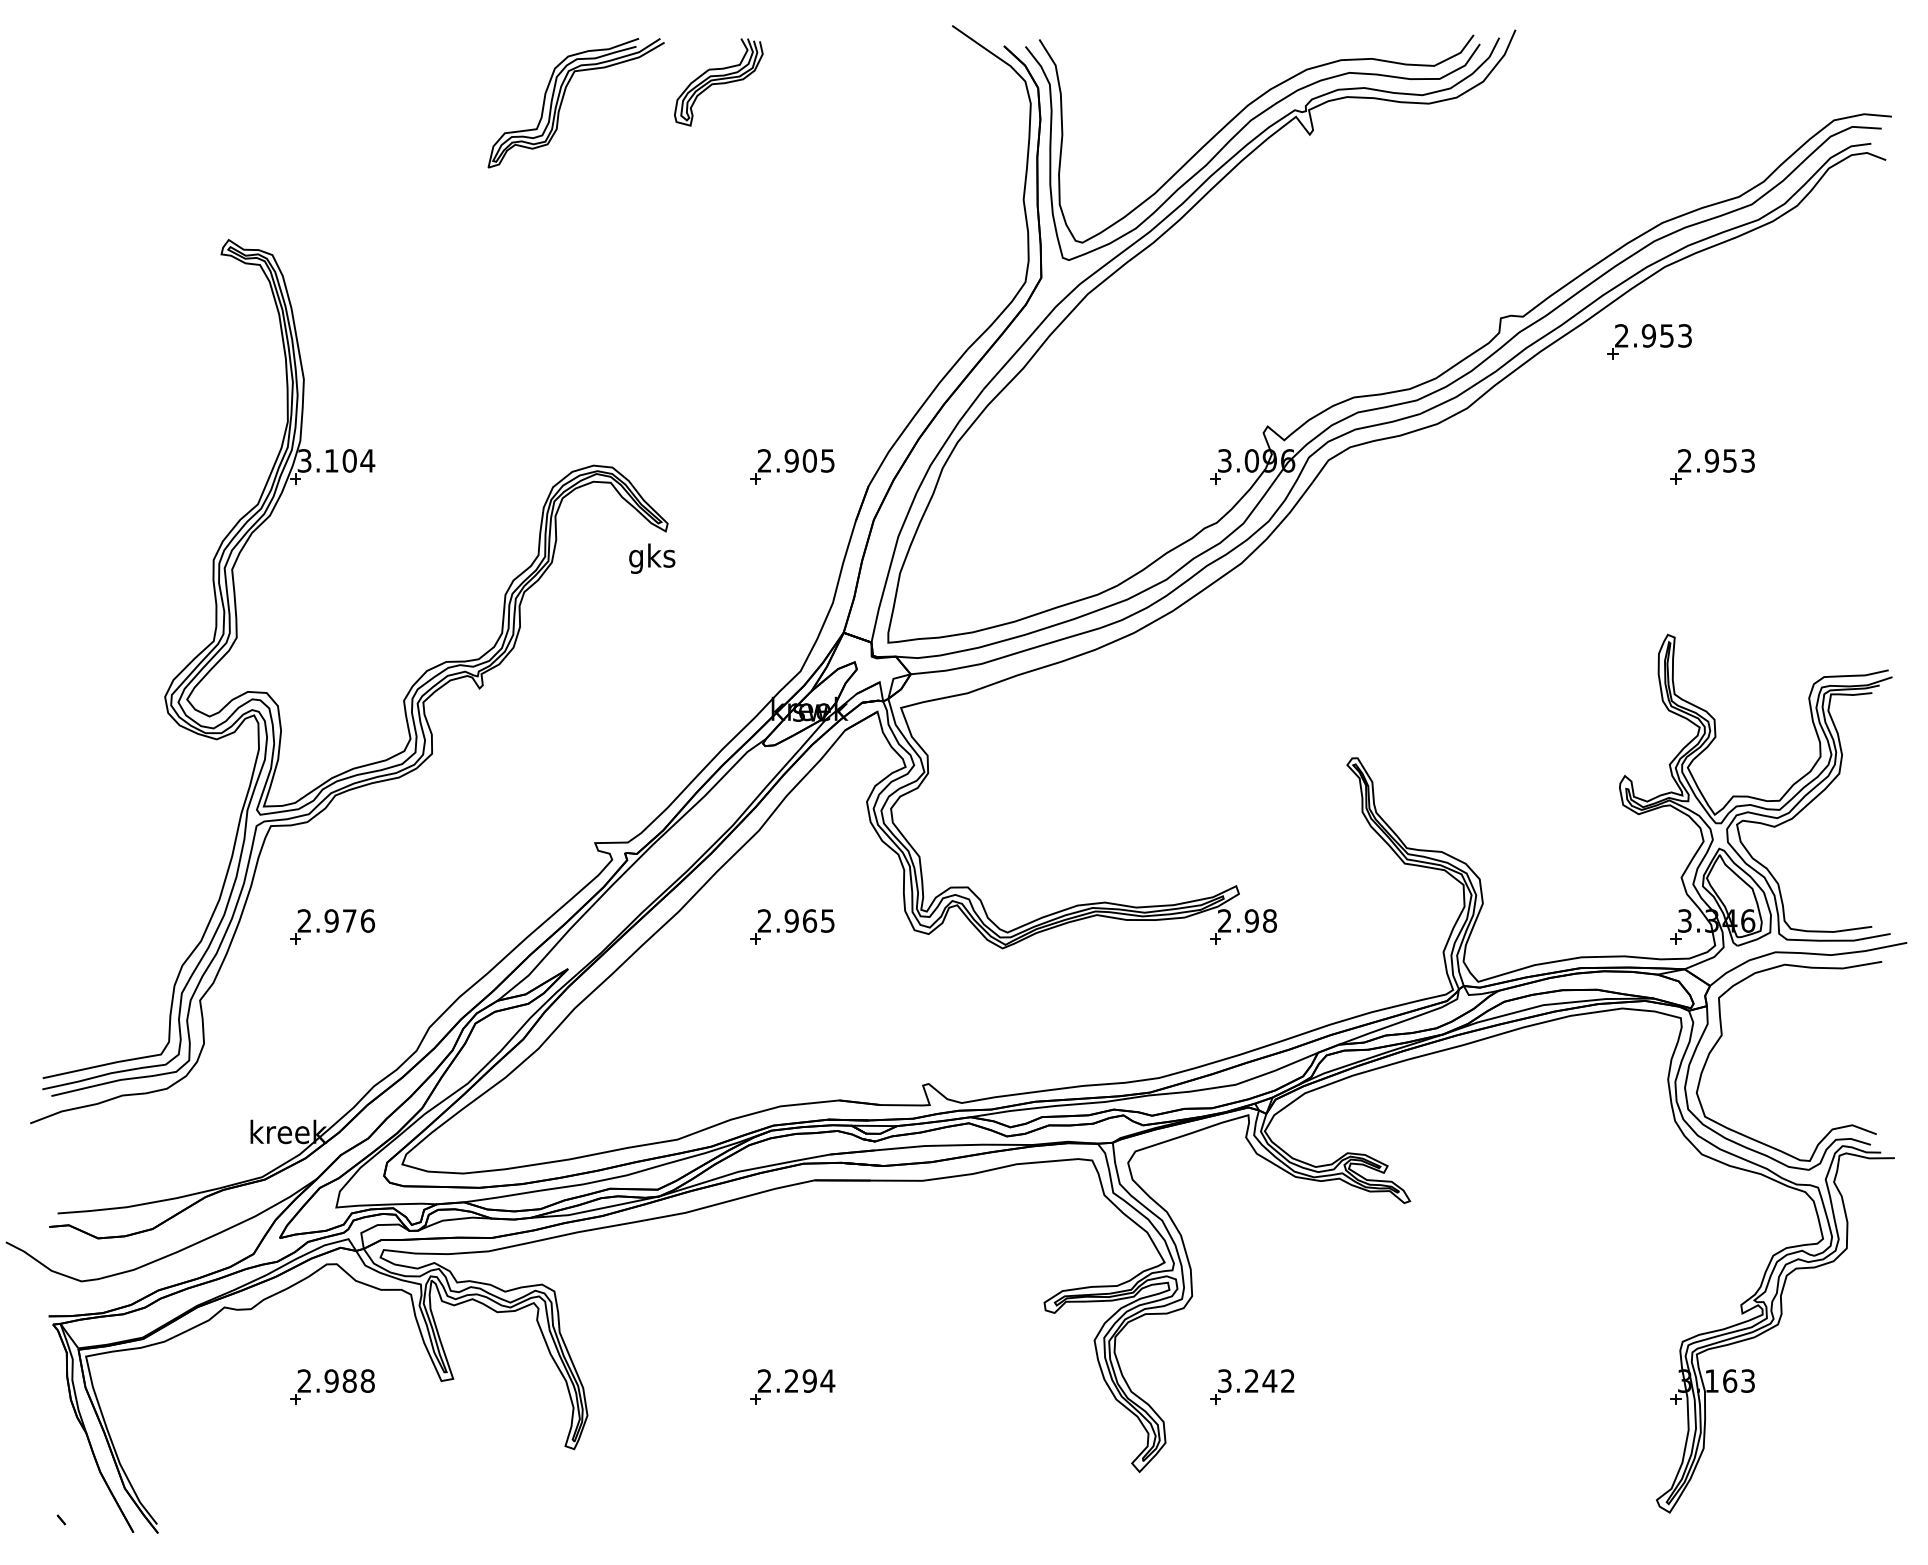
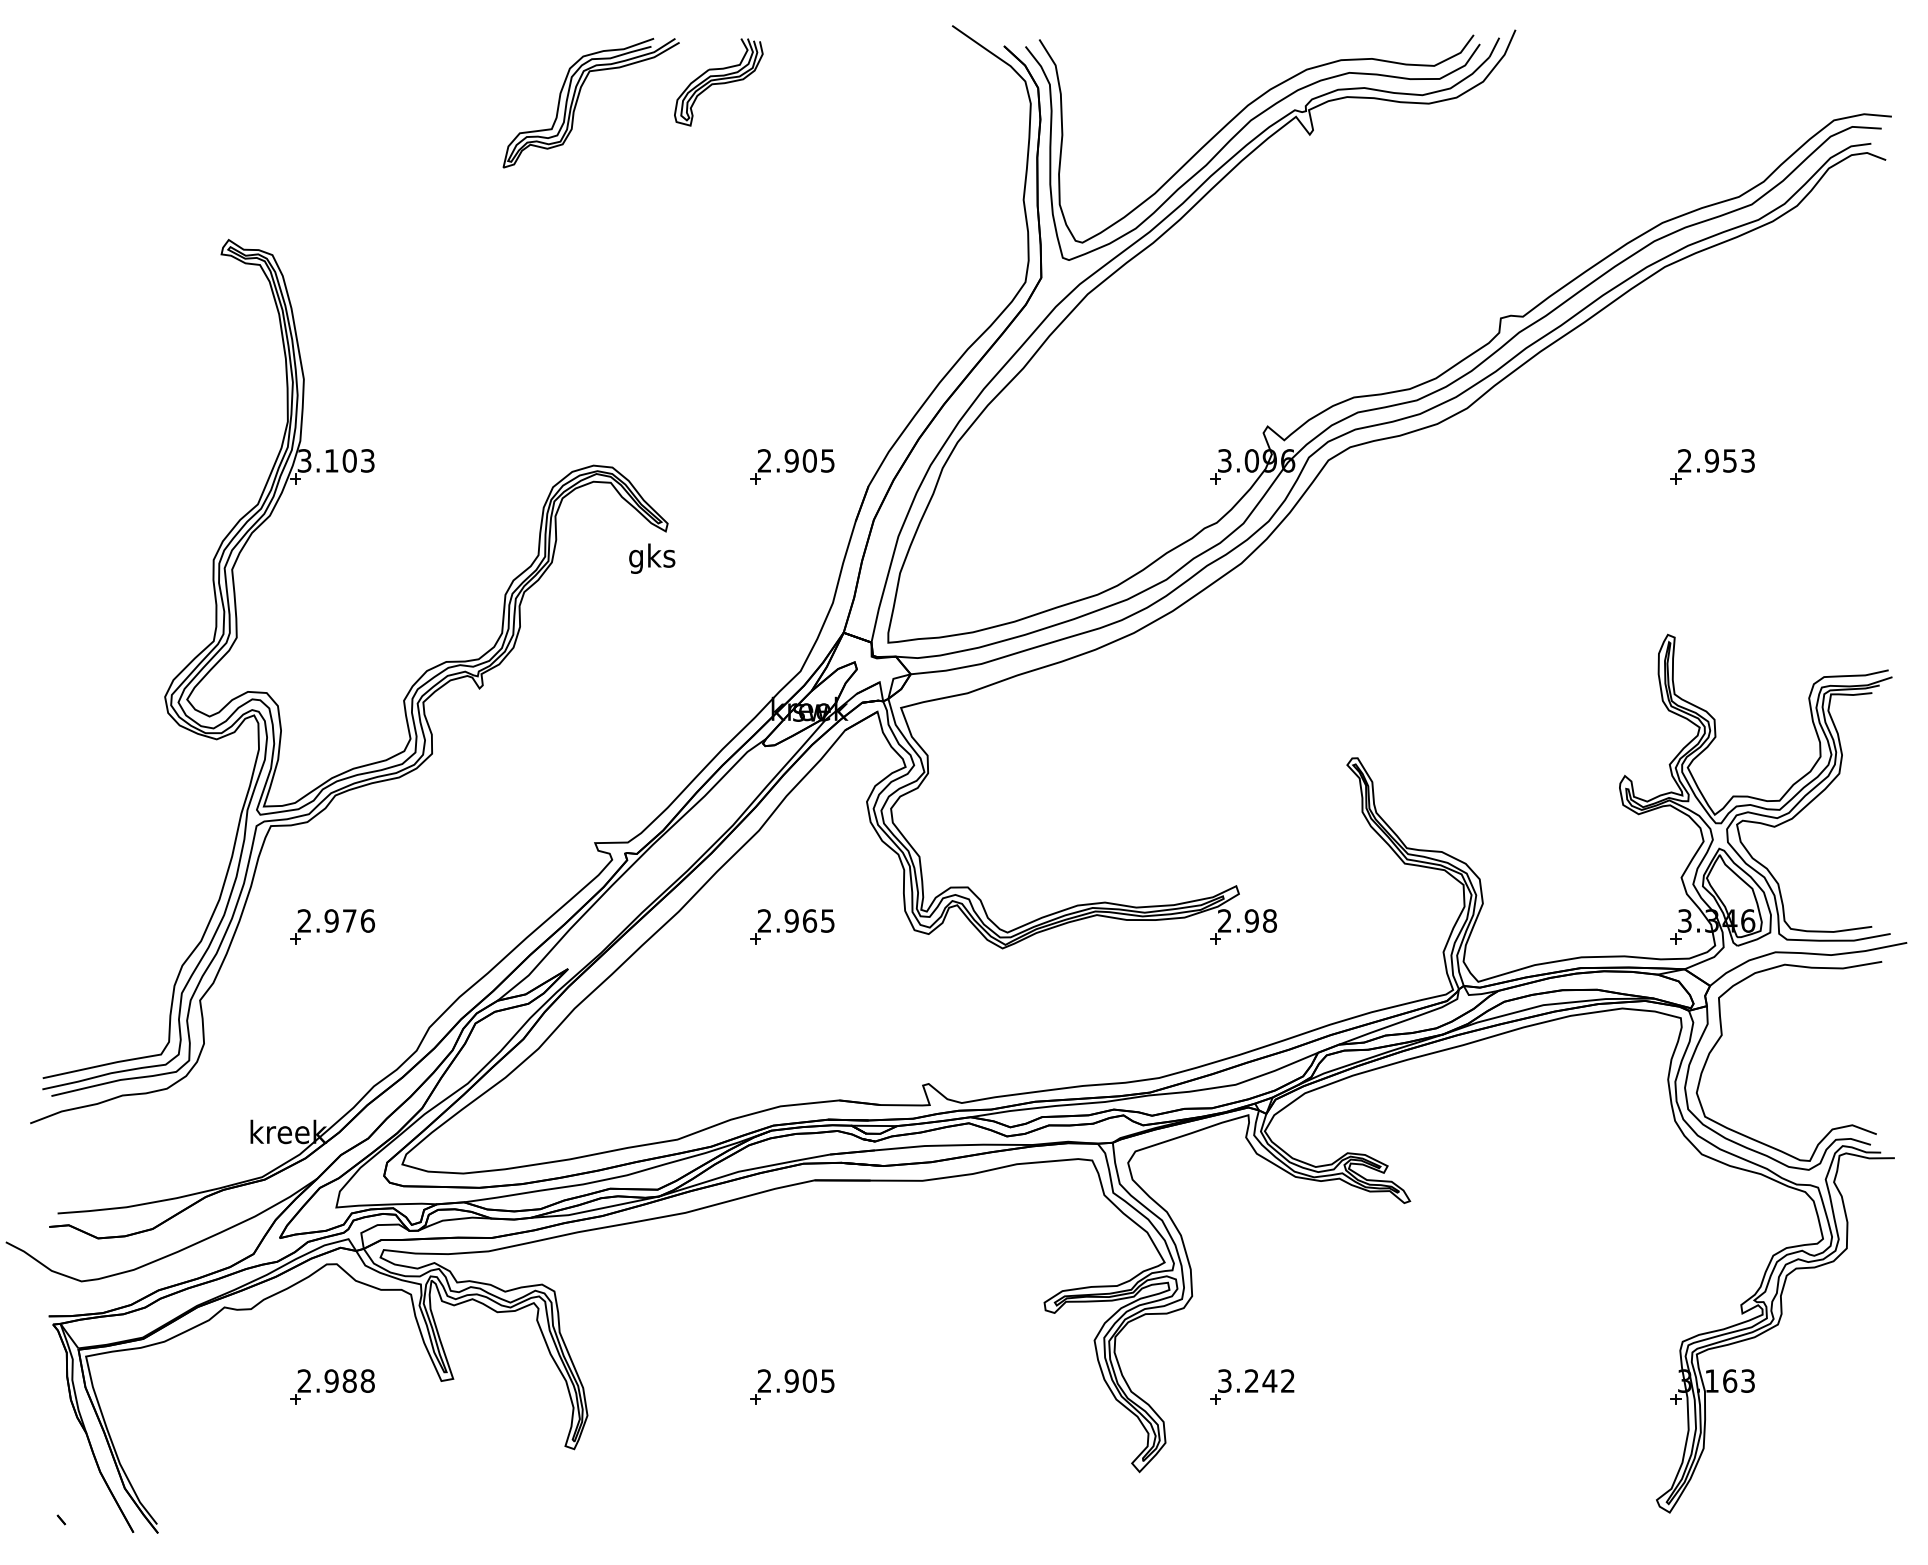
part at (563, 99) position: (563, 99) -> (578, 99)
part at (1649, 341): present -> none
text at (367, 460): 3.104 -> 3.103
text at (809, 1380): 2.294 -> 2.905
